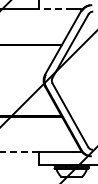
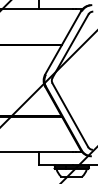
line at (56, 9): dashed -> solid
line at (19, 152): dashed -> solid
